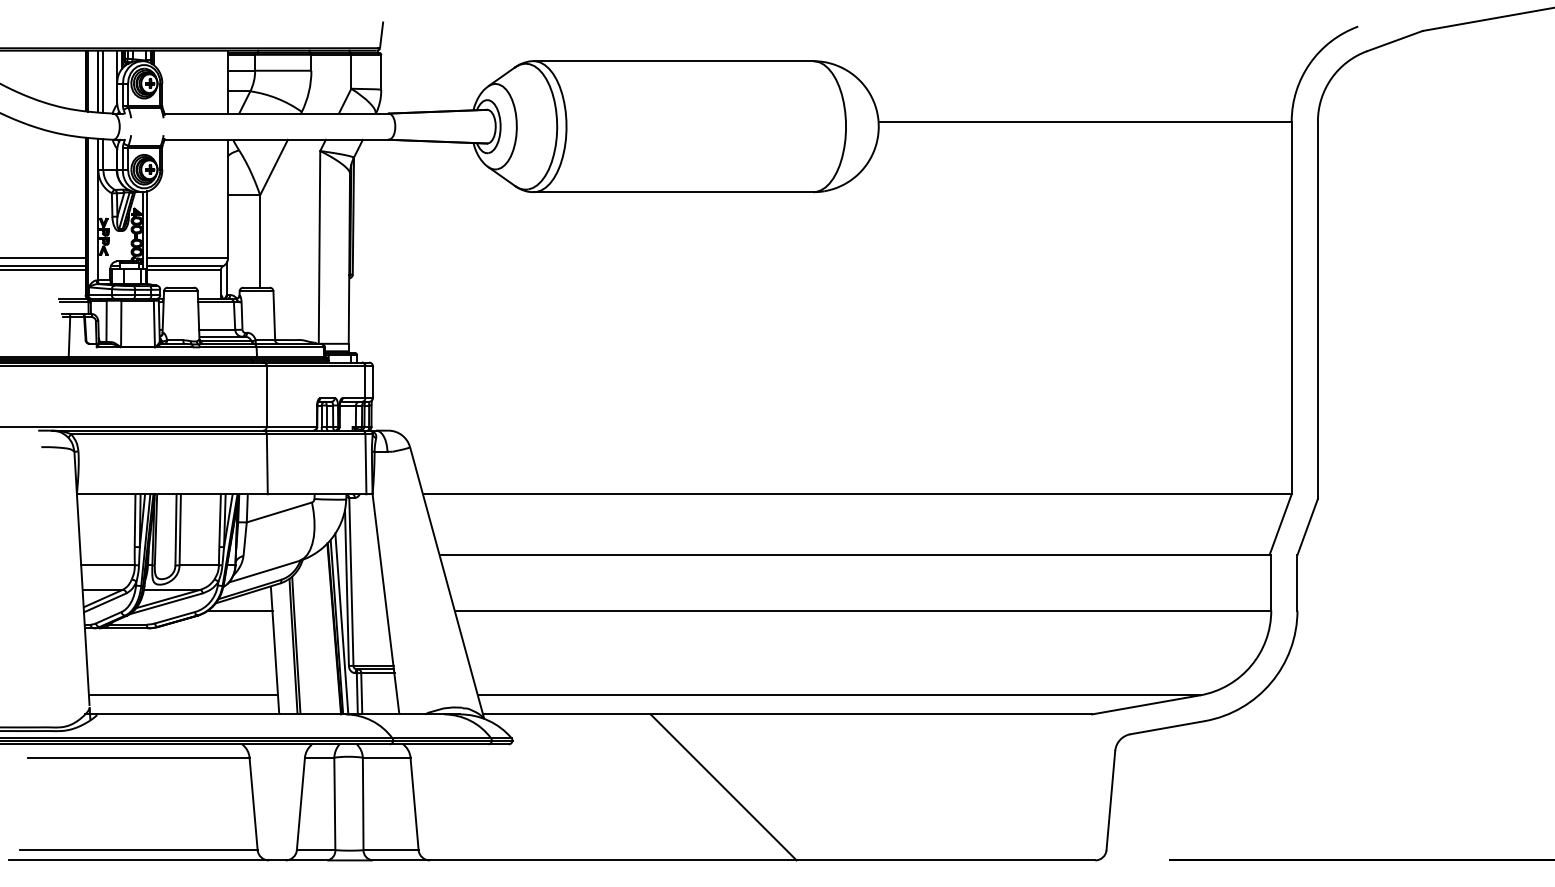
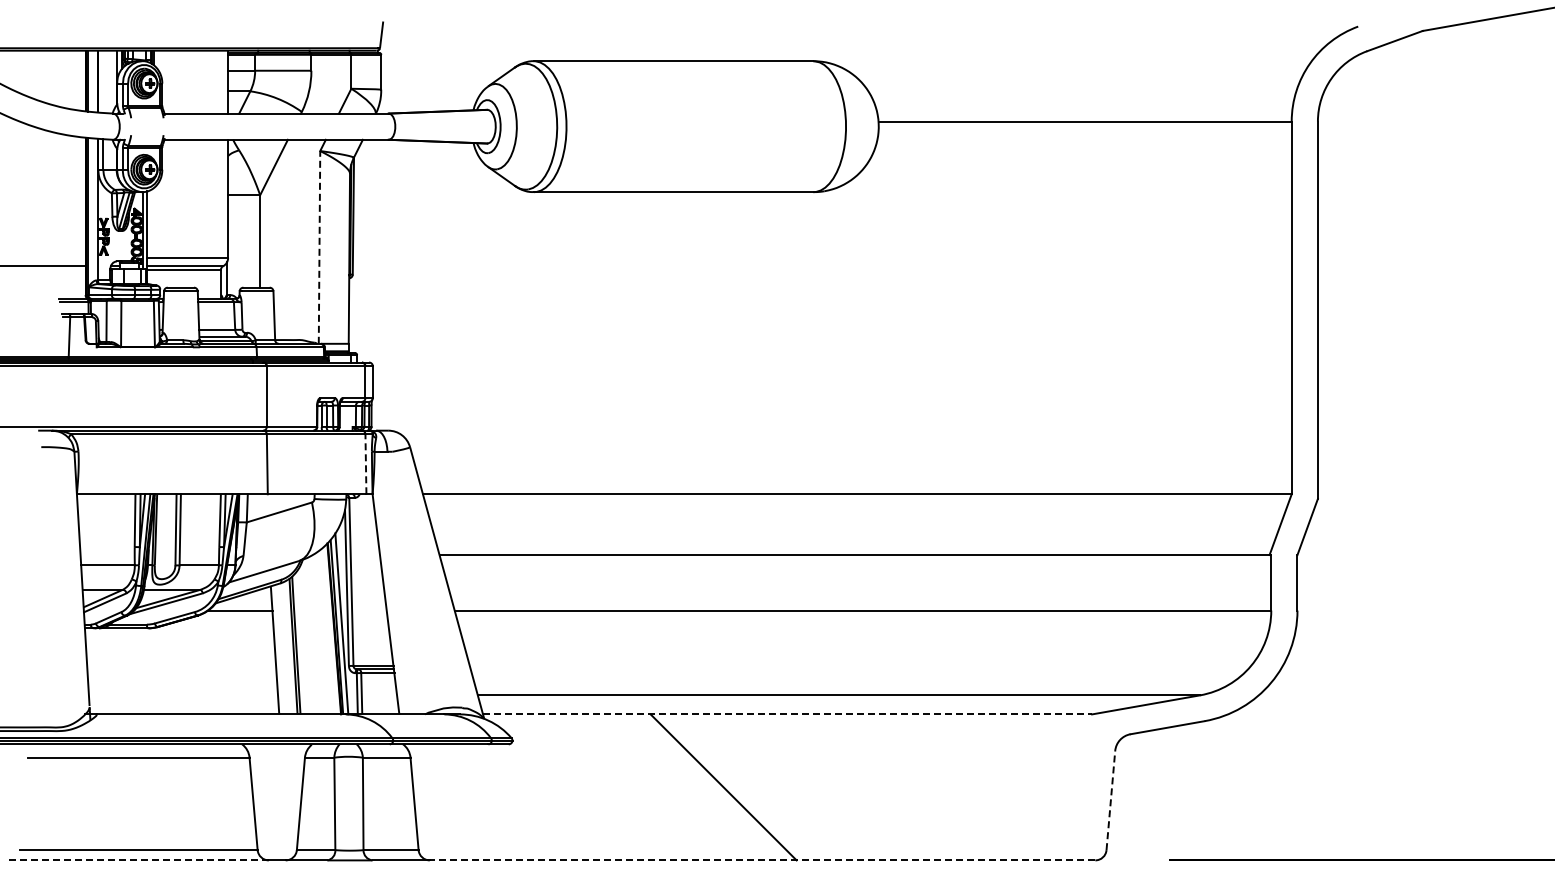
line at (103, 81): present -> none
line at (319, 246): solid -> dashed
line at (43, 257): present -> none
line at (43, 269): present -> none
line at (365, 464): solid -> dashed
line at (183, 695): present -> none
line at (787, 714): solid -> dashed
line at (1110, 800): solid -> dashed
line at (138, 860): solid -> dashed
line at (762, 860): solid -> dashed
